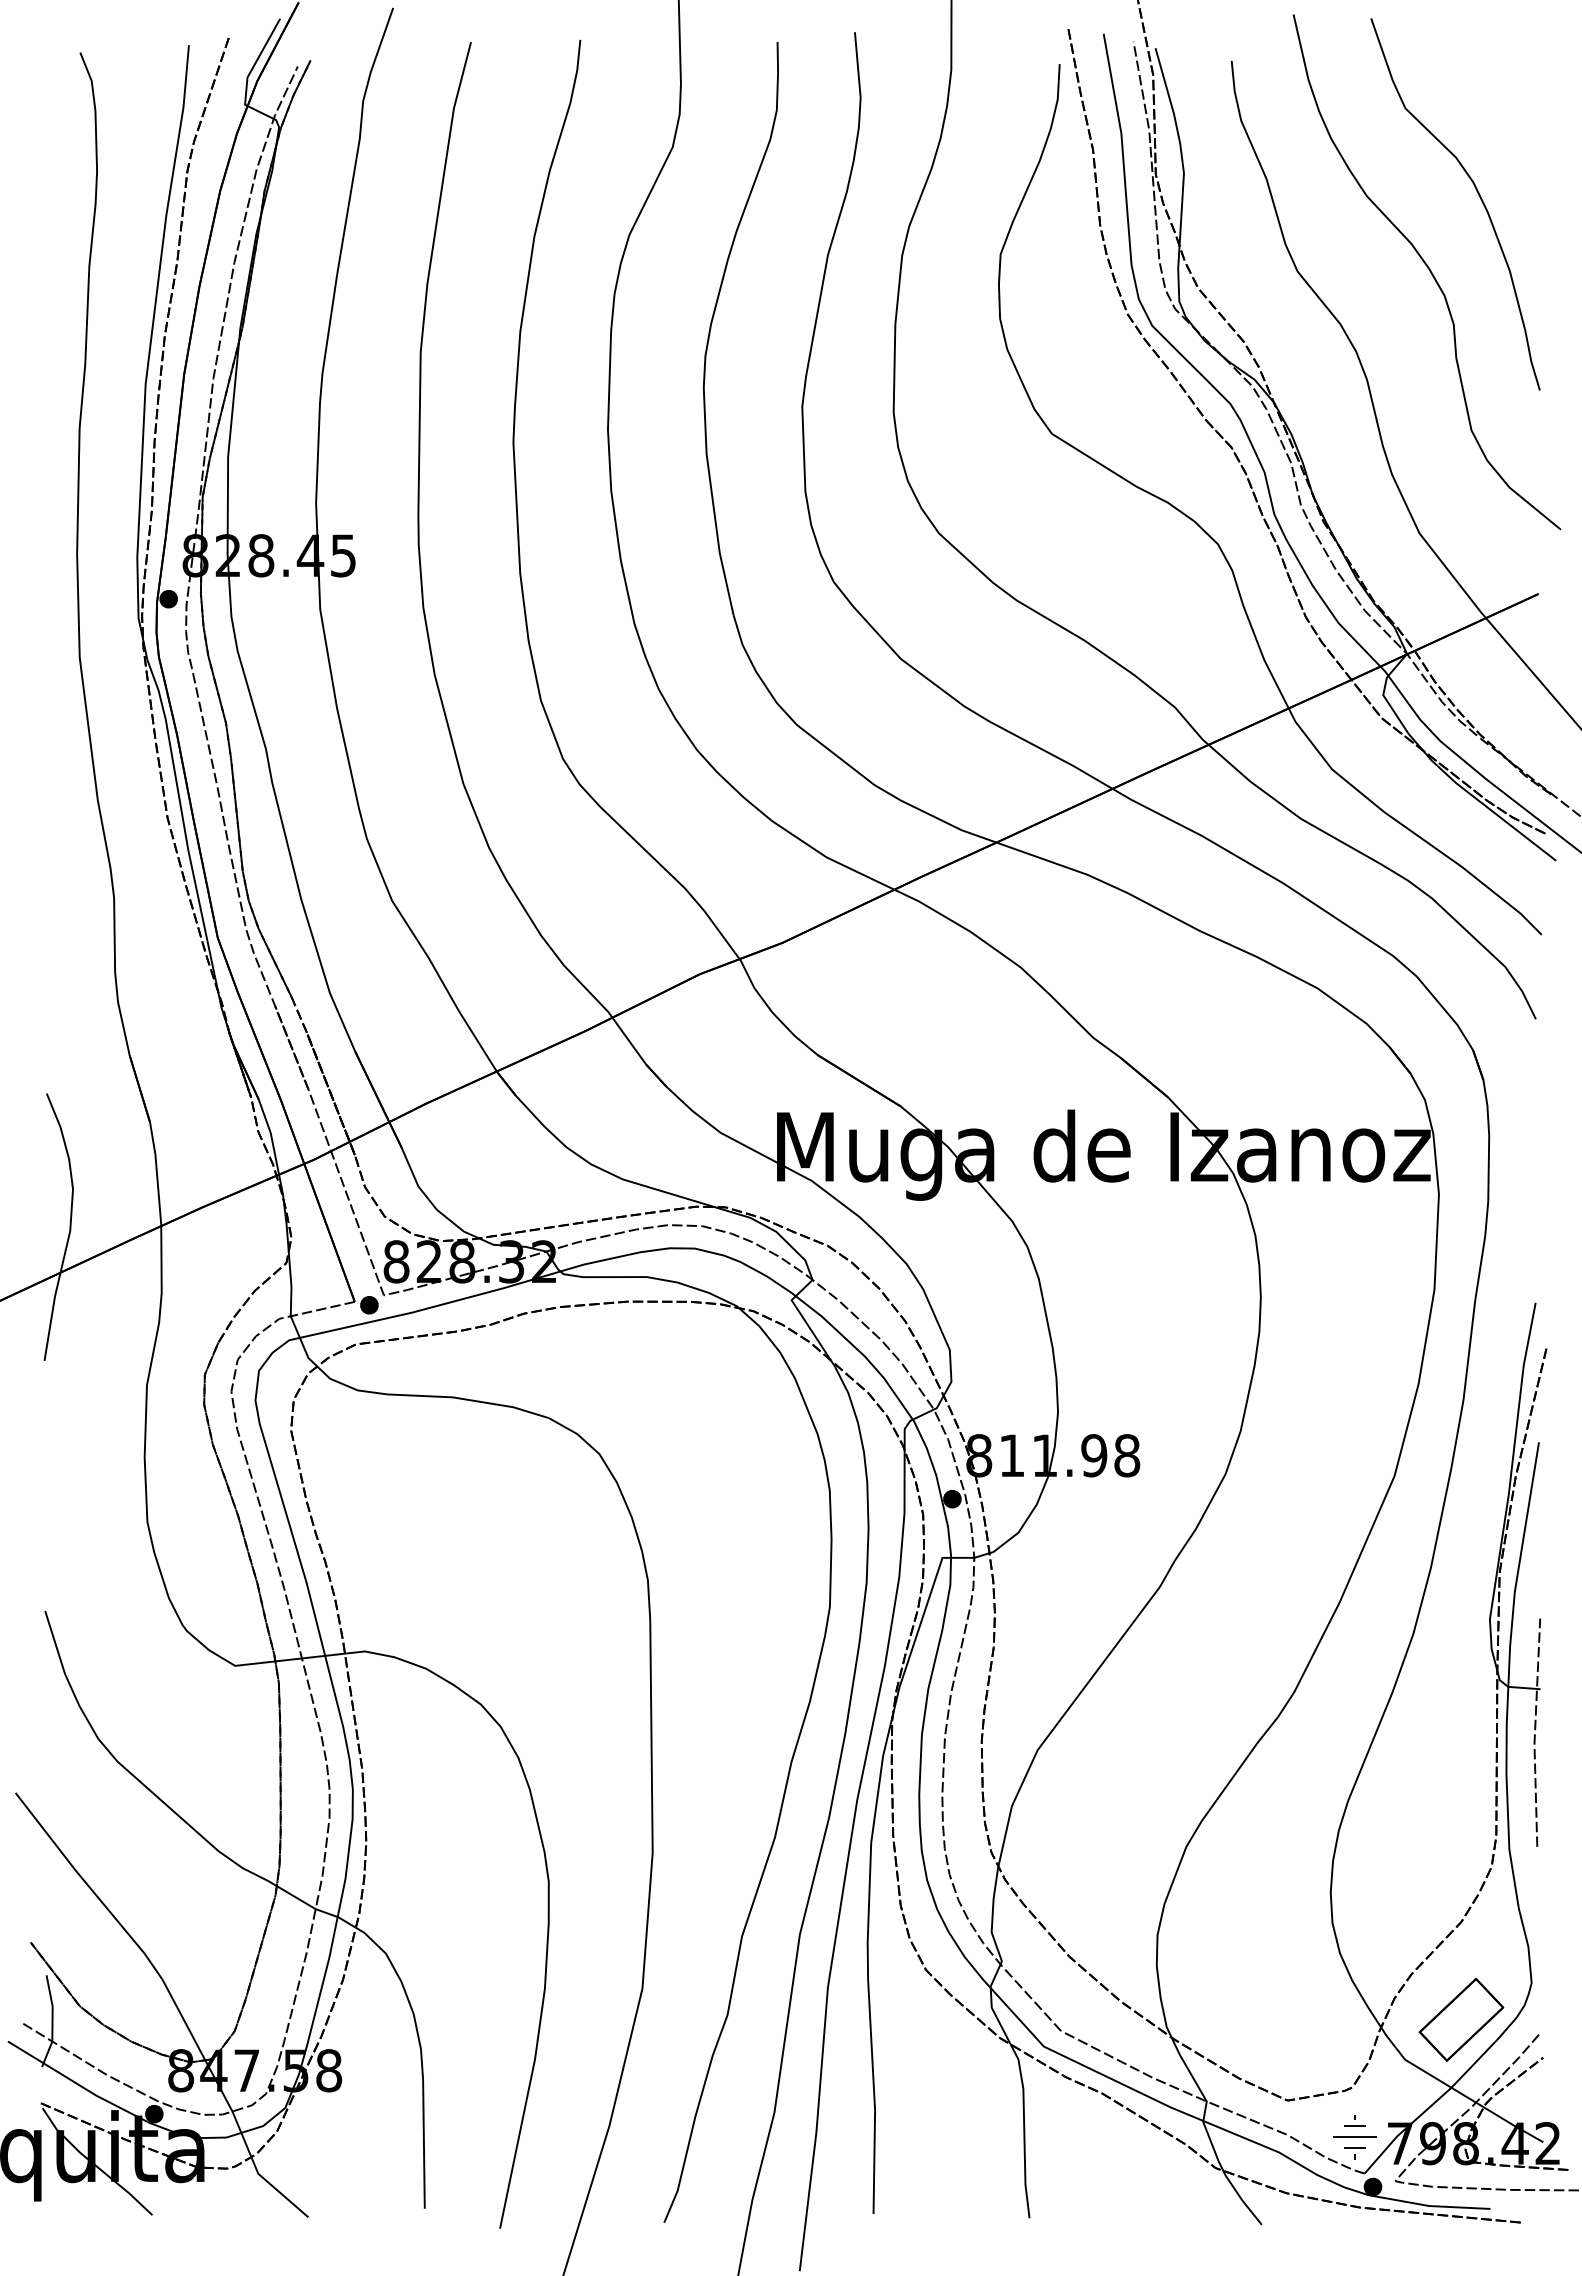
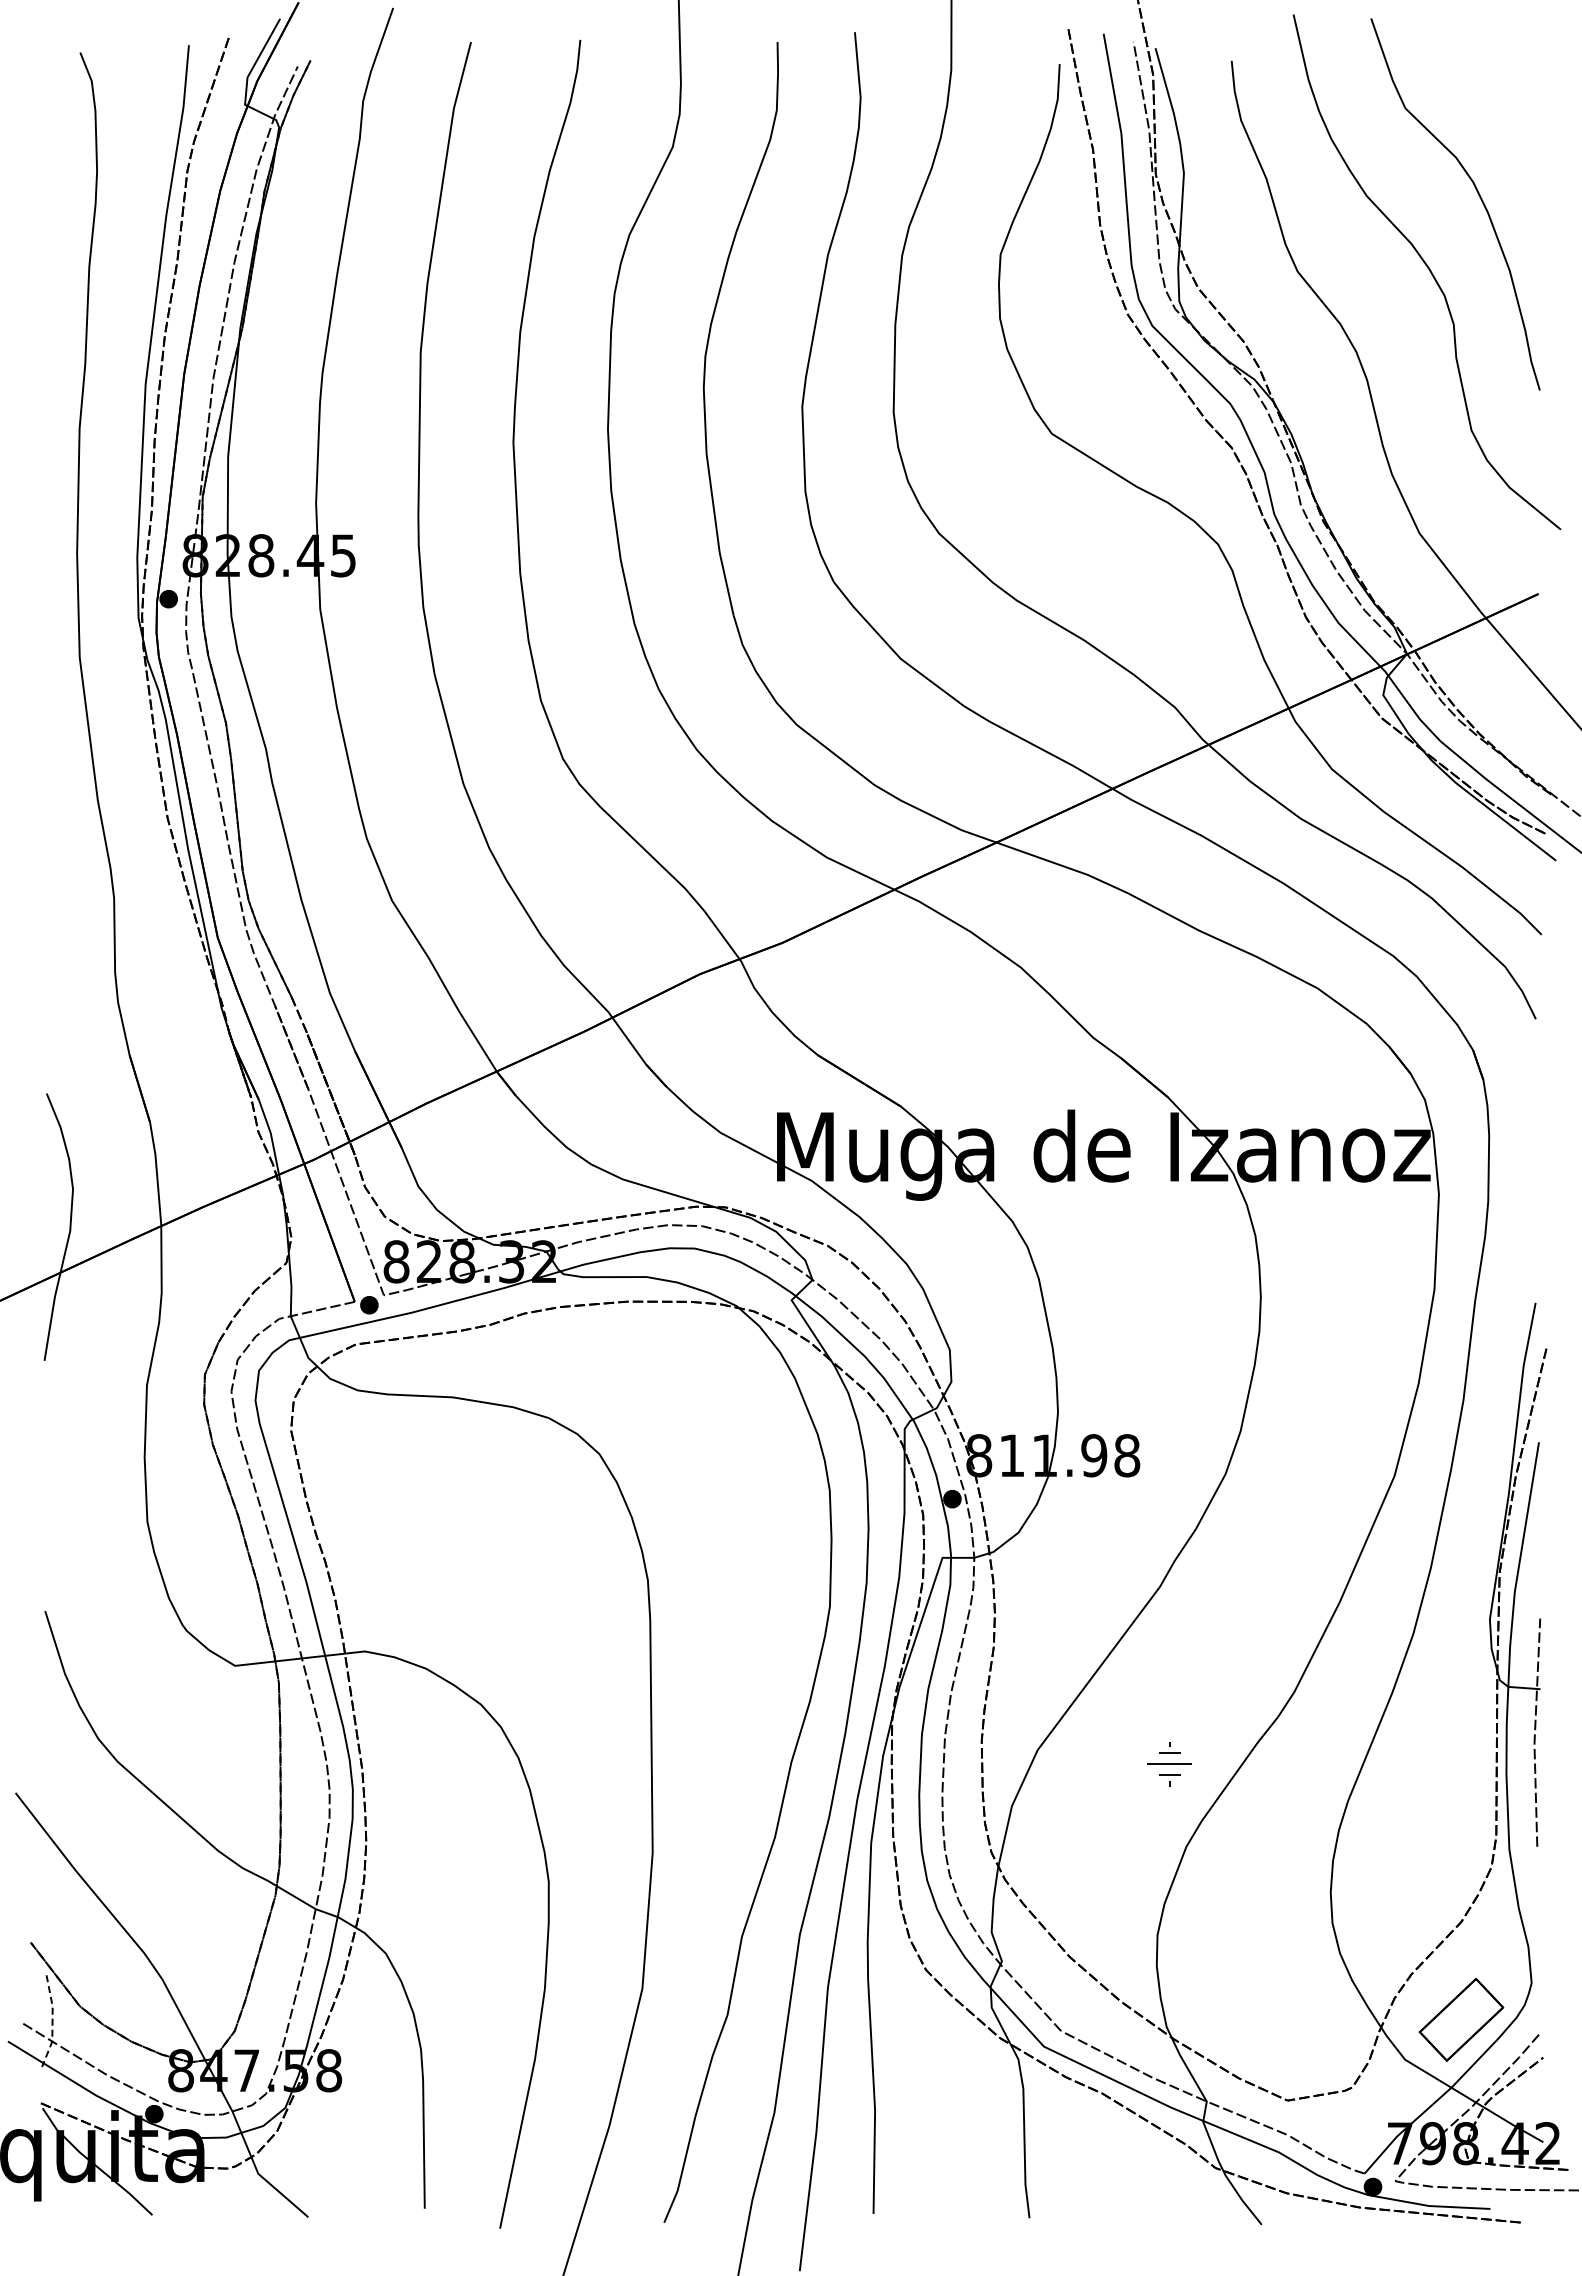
line at (52, 2022): solid -> dashed
part at (1354, 2137) position: (1354, 2137) -> (1169, 1764)
